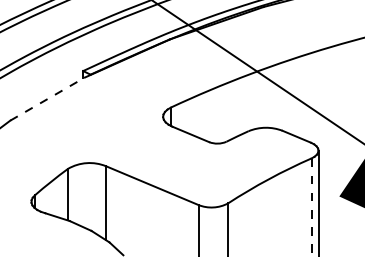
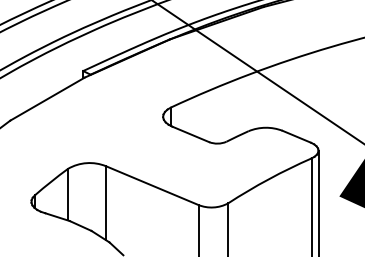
line at (48, 98): dashed -> solid
line at (311, 207): dashed -> solid
